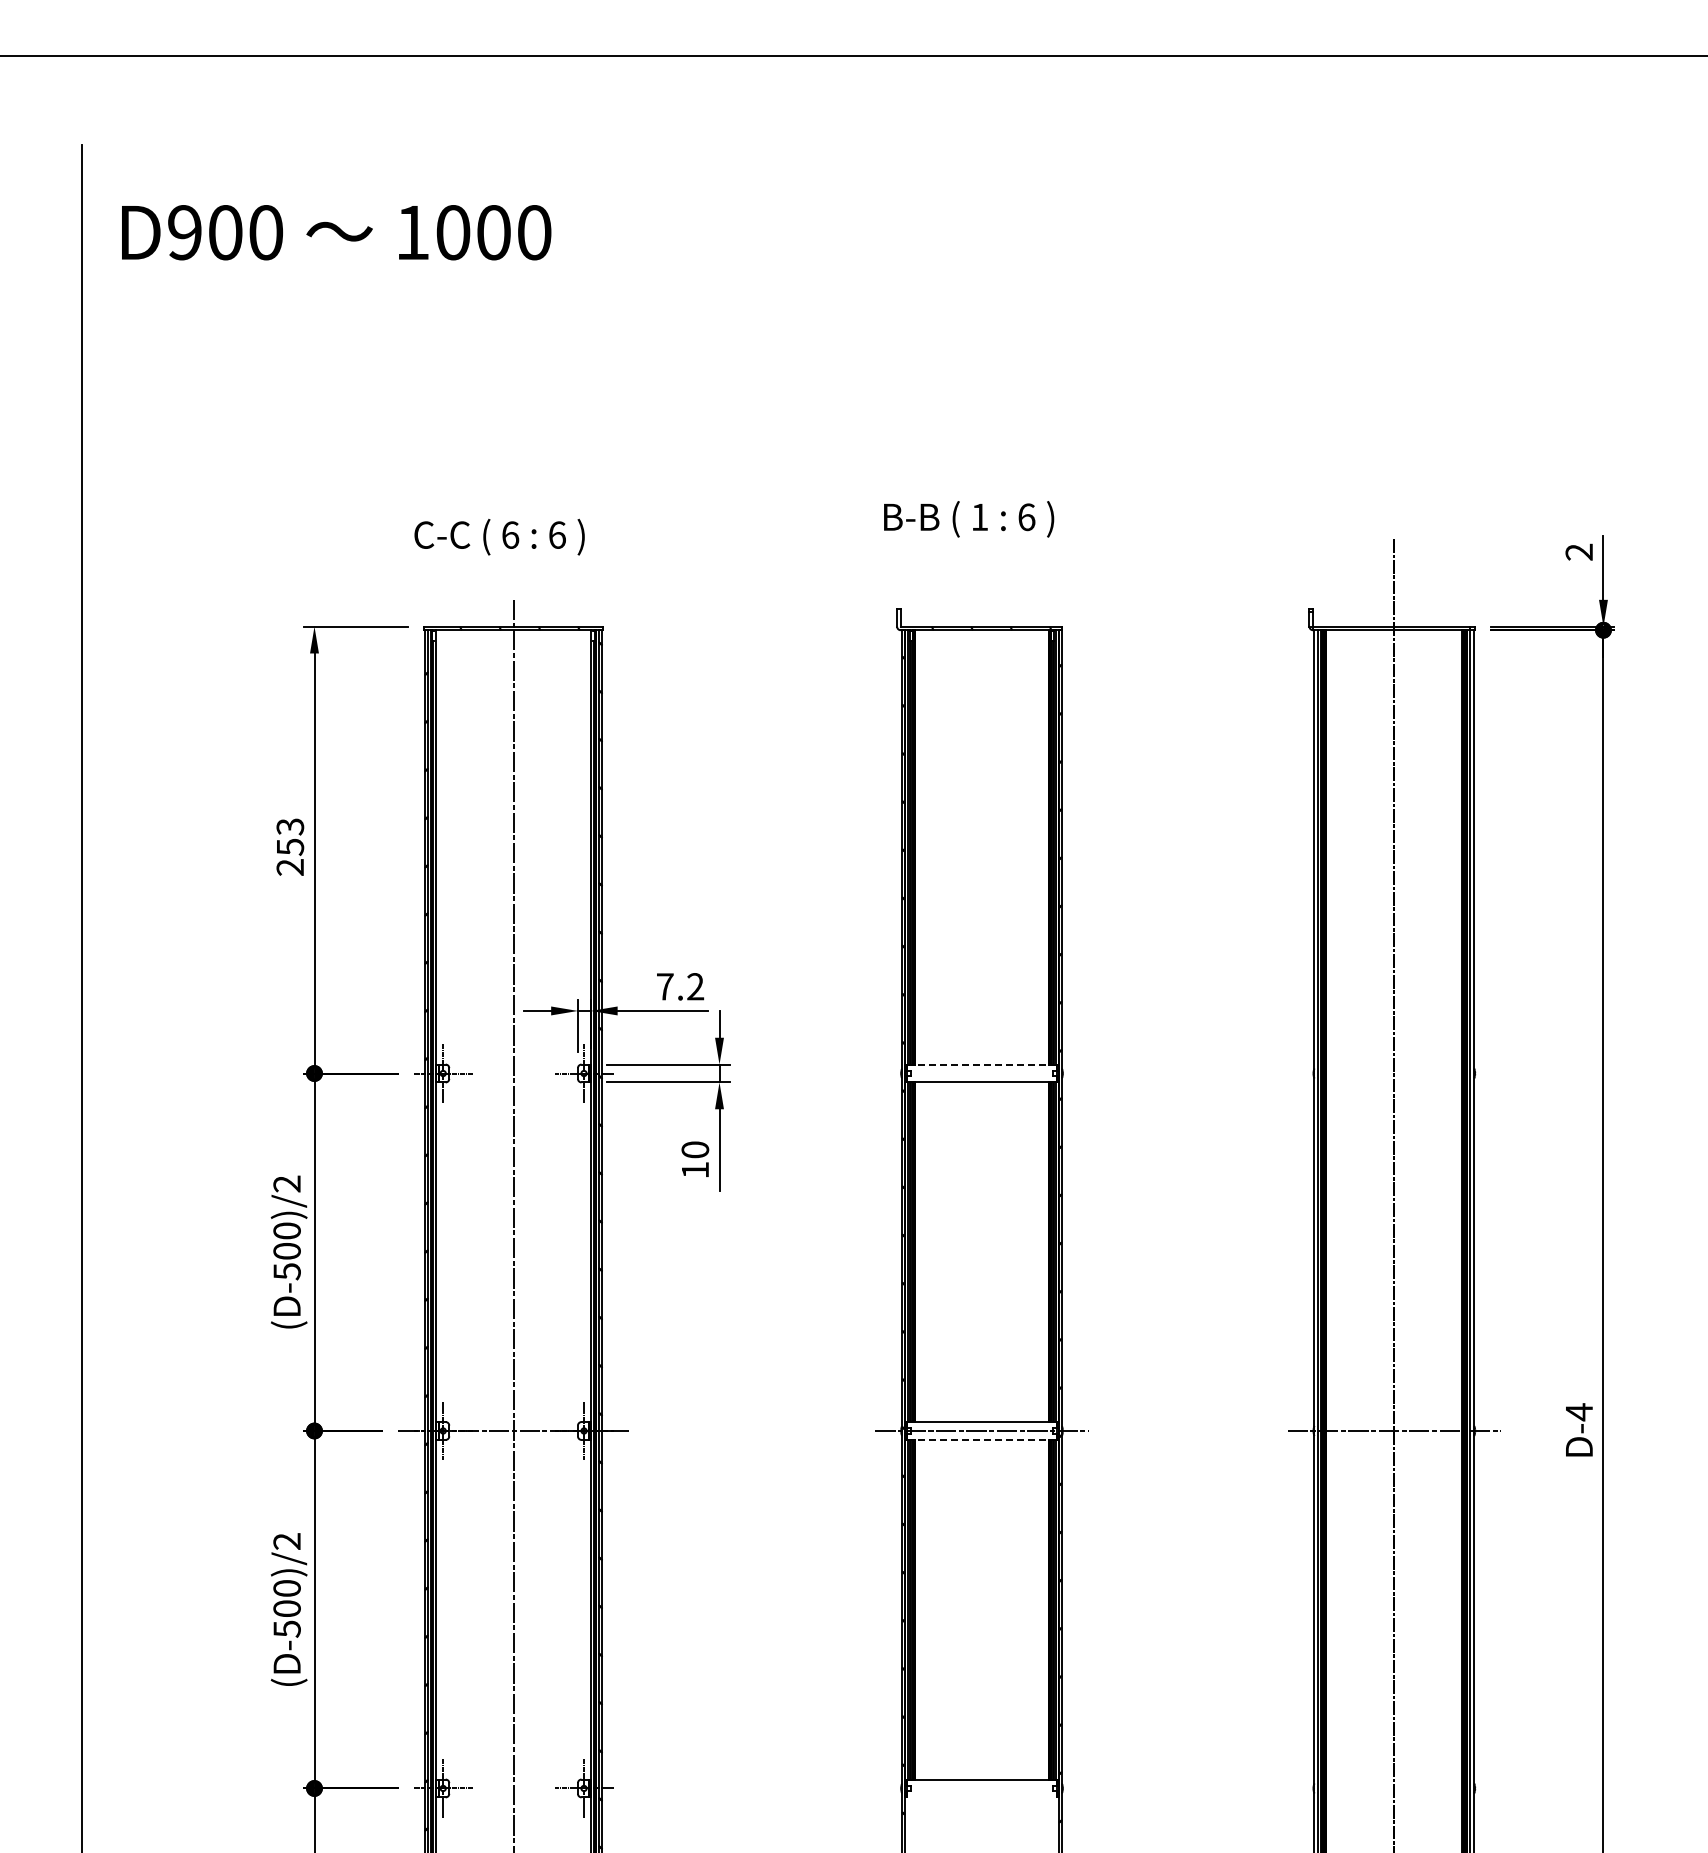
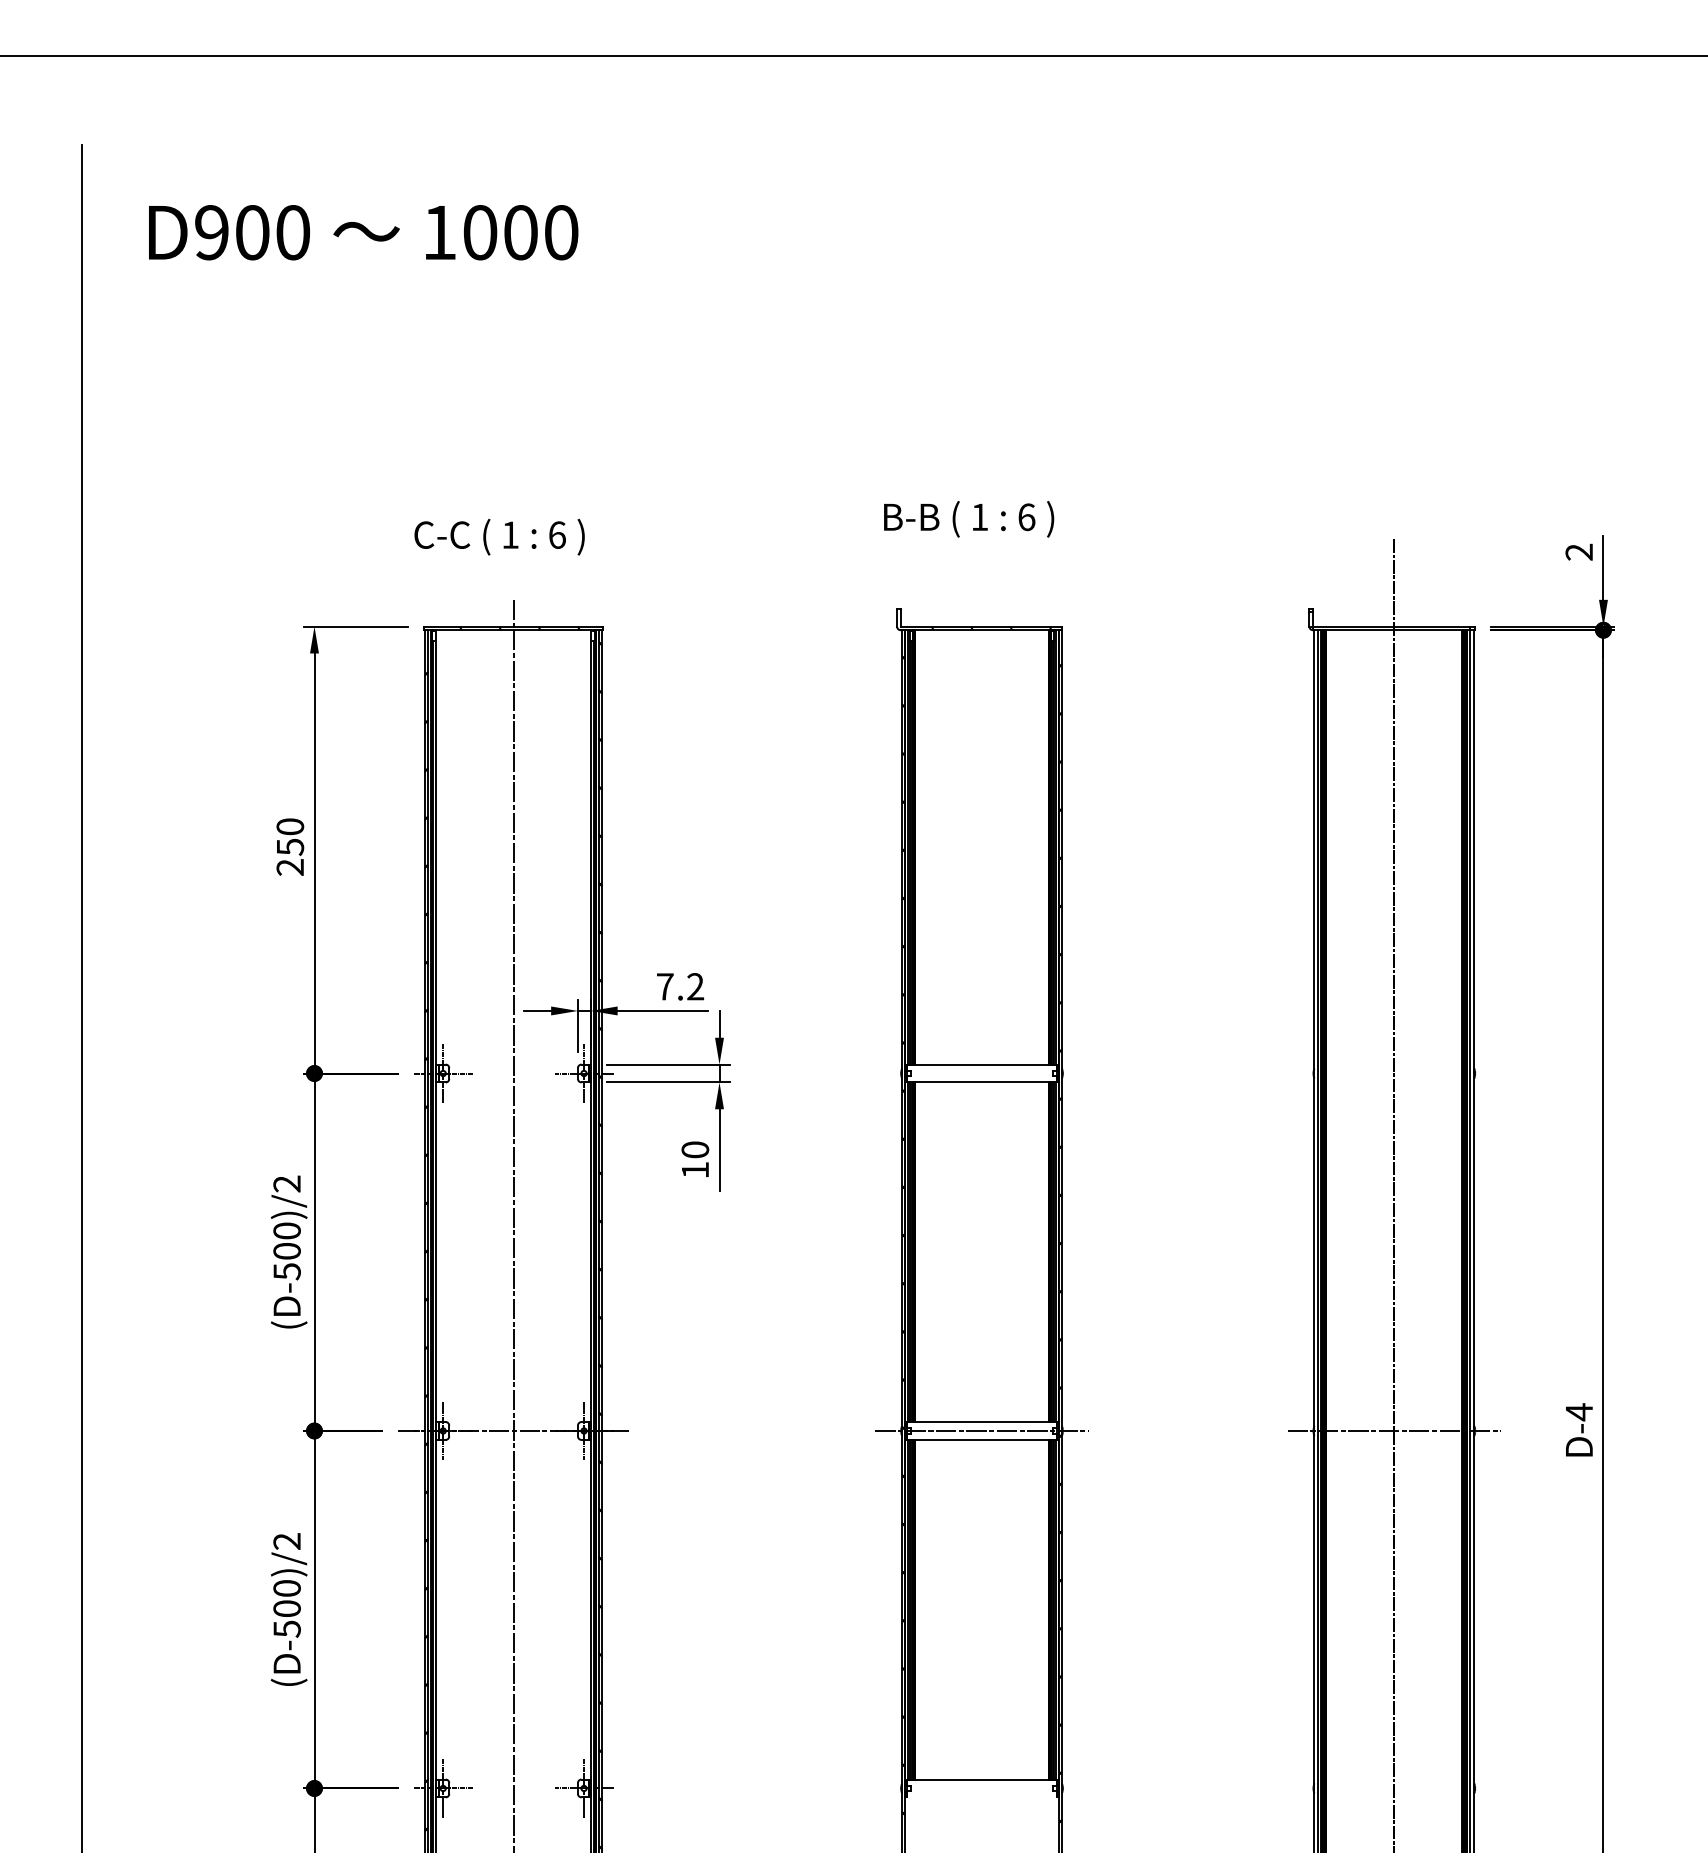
text at (336, 232) position: (336, 232) -> (363, 232)
text at (510, 534): 6 -> 1
text at (290, 826): 253 -> 250
line at (982, 1064): dashed -> solid
line at (982, 1439): dashed -> solid
